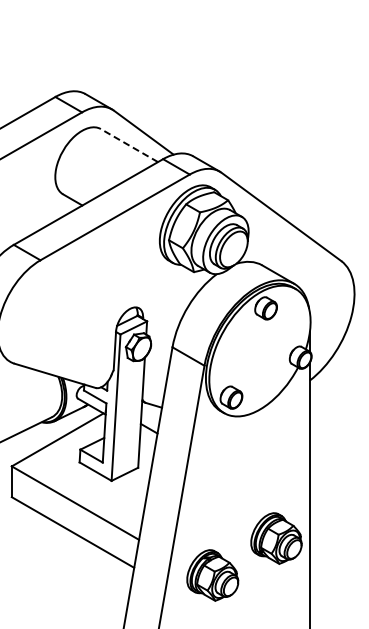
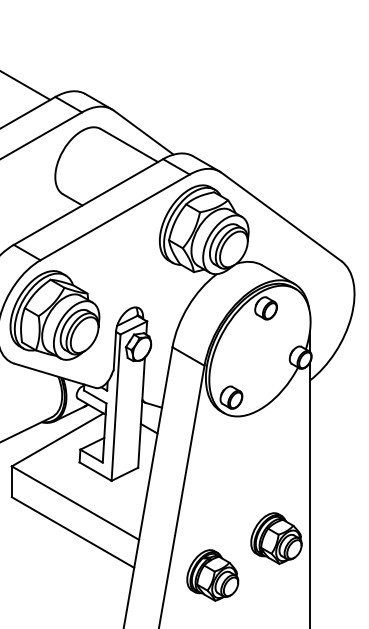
line at (26, 85): none -> present
line at (129, 145): dashed -> solid
part at (54, 315): none -> present
